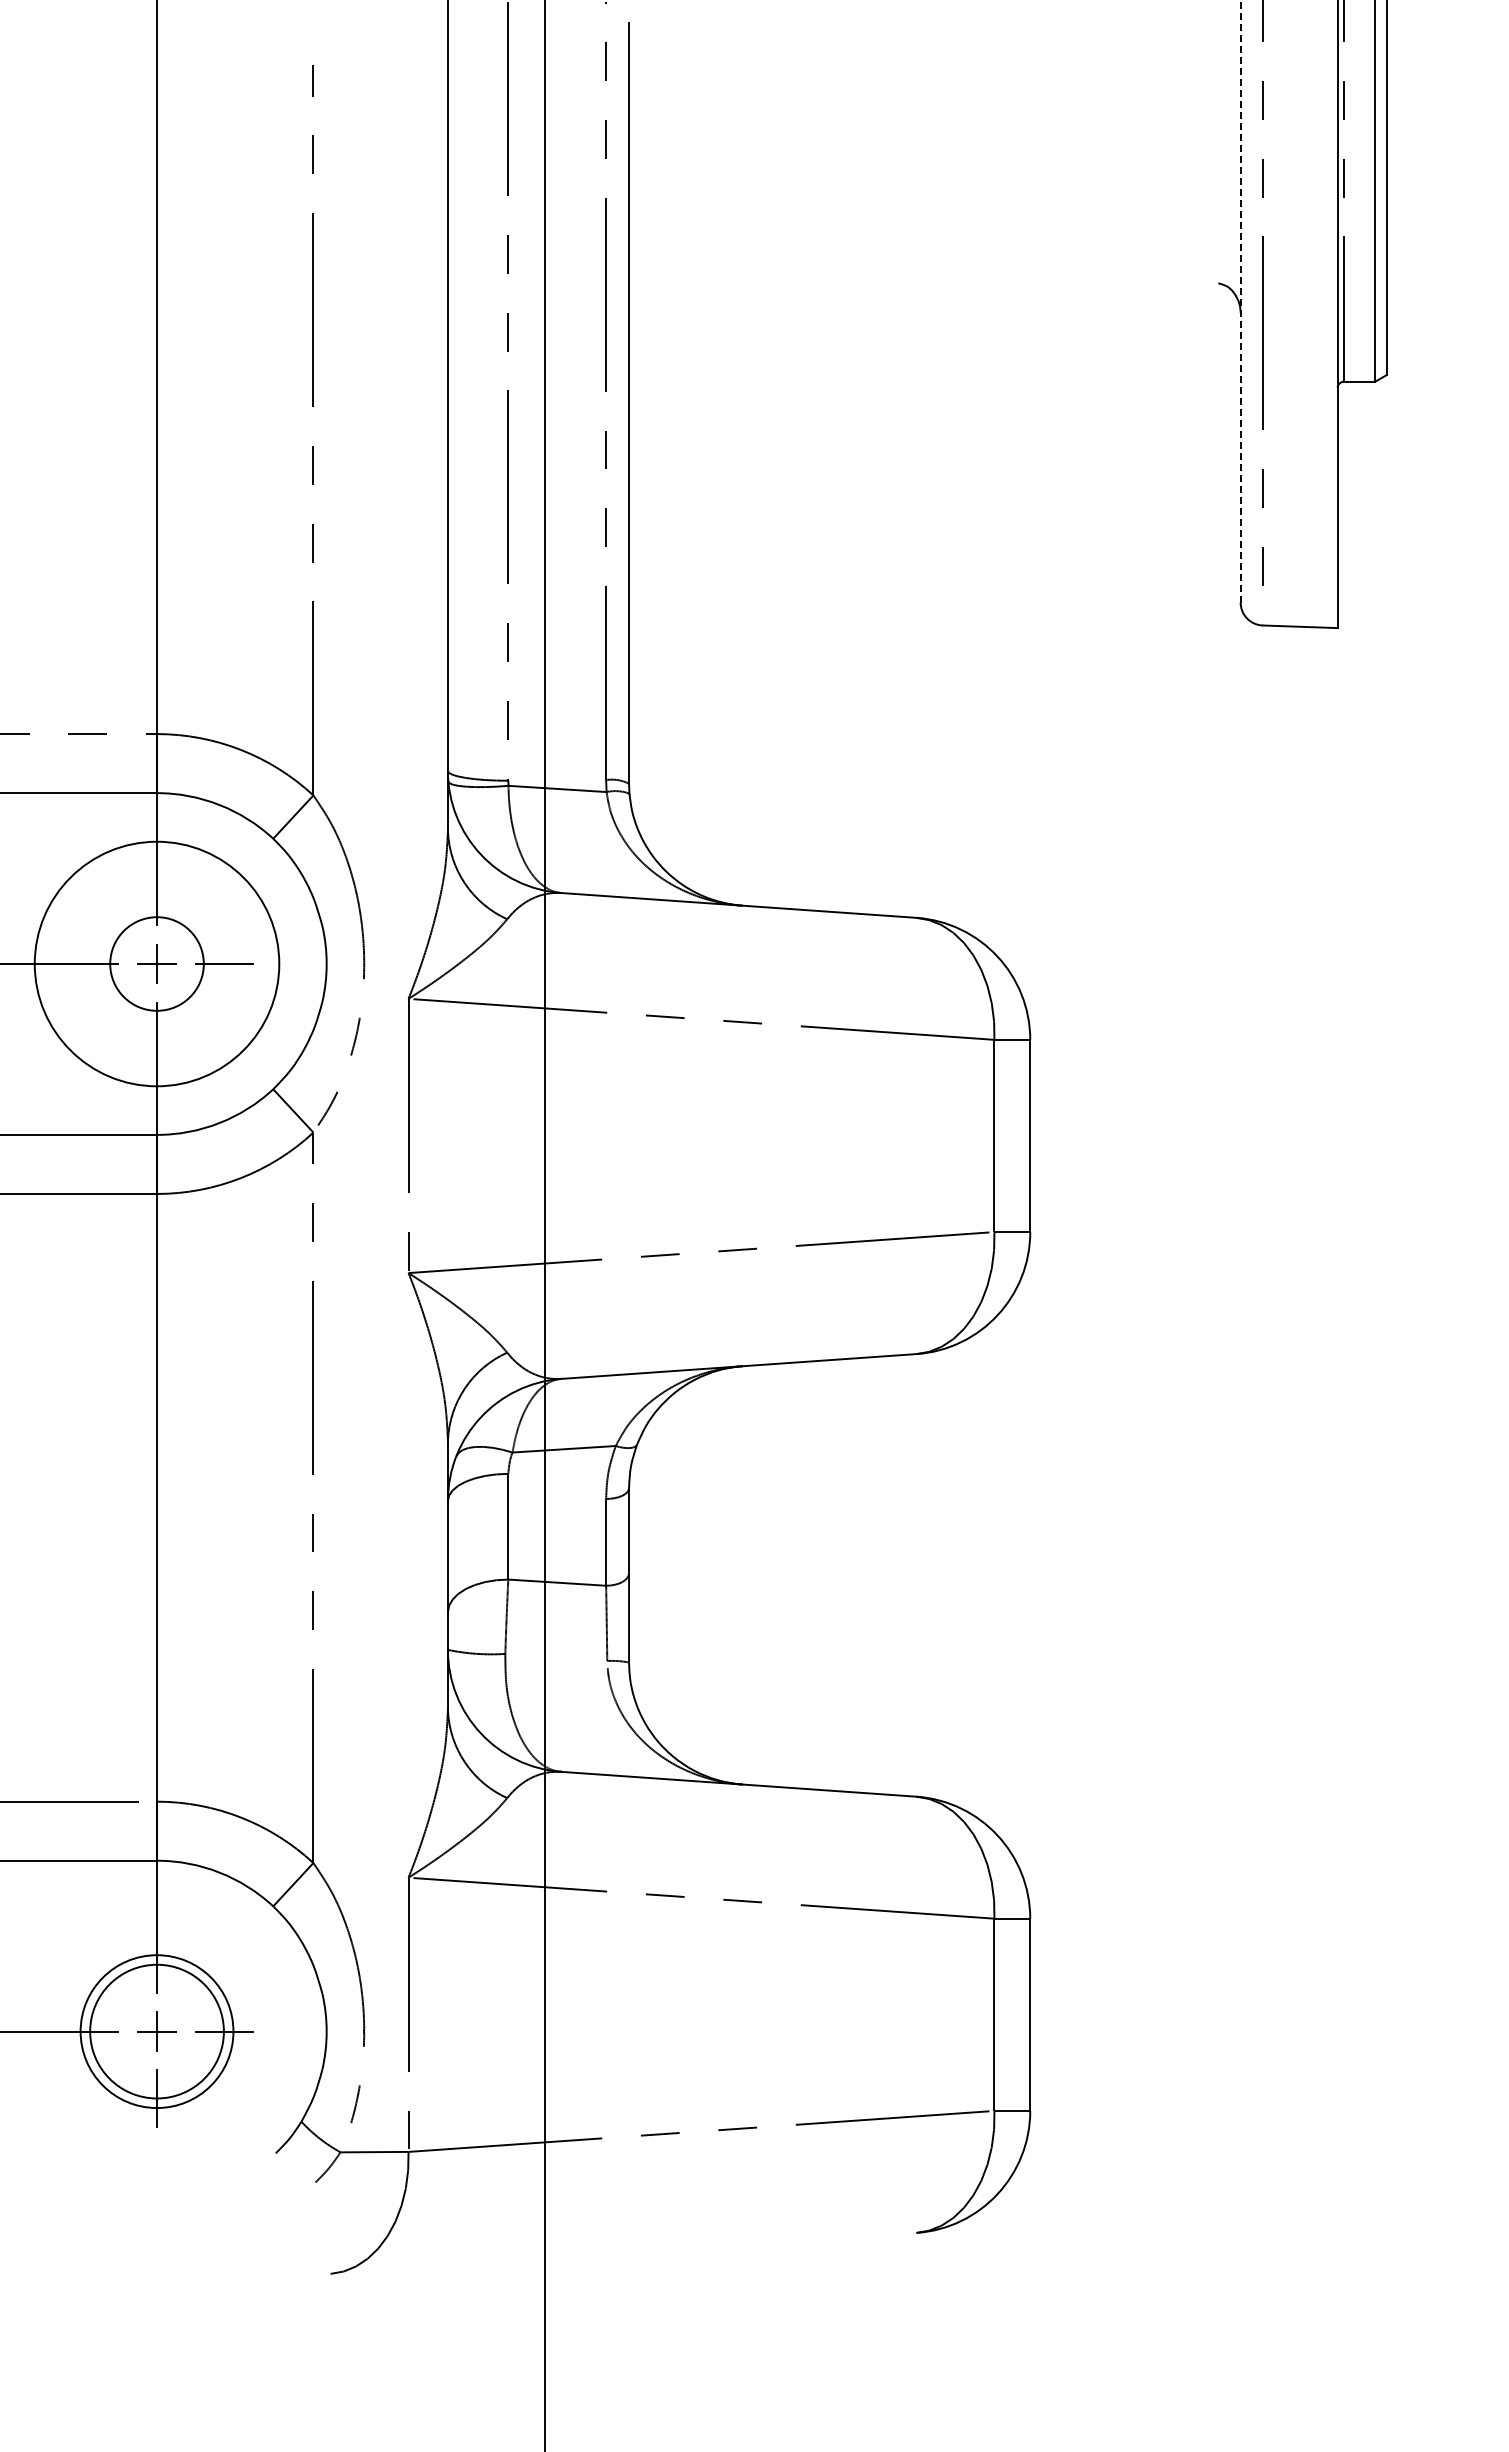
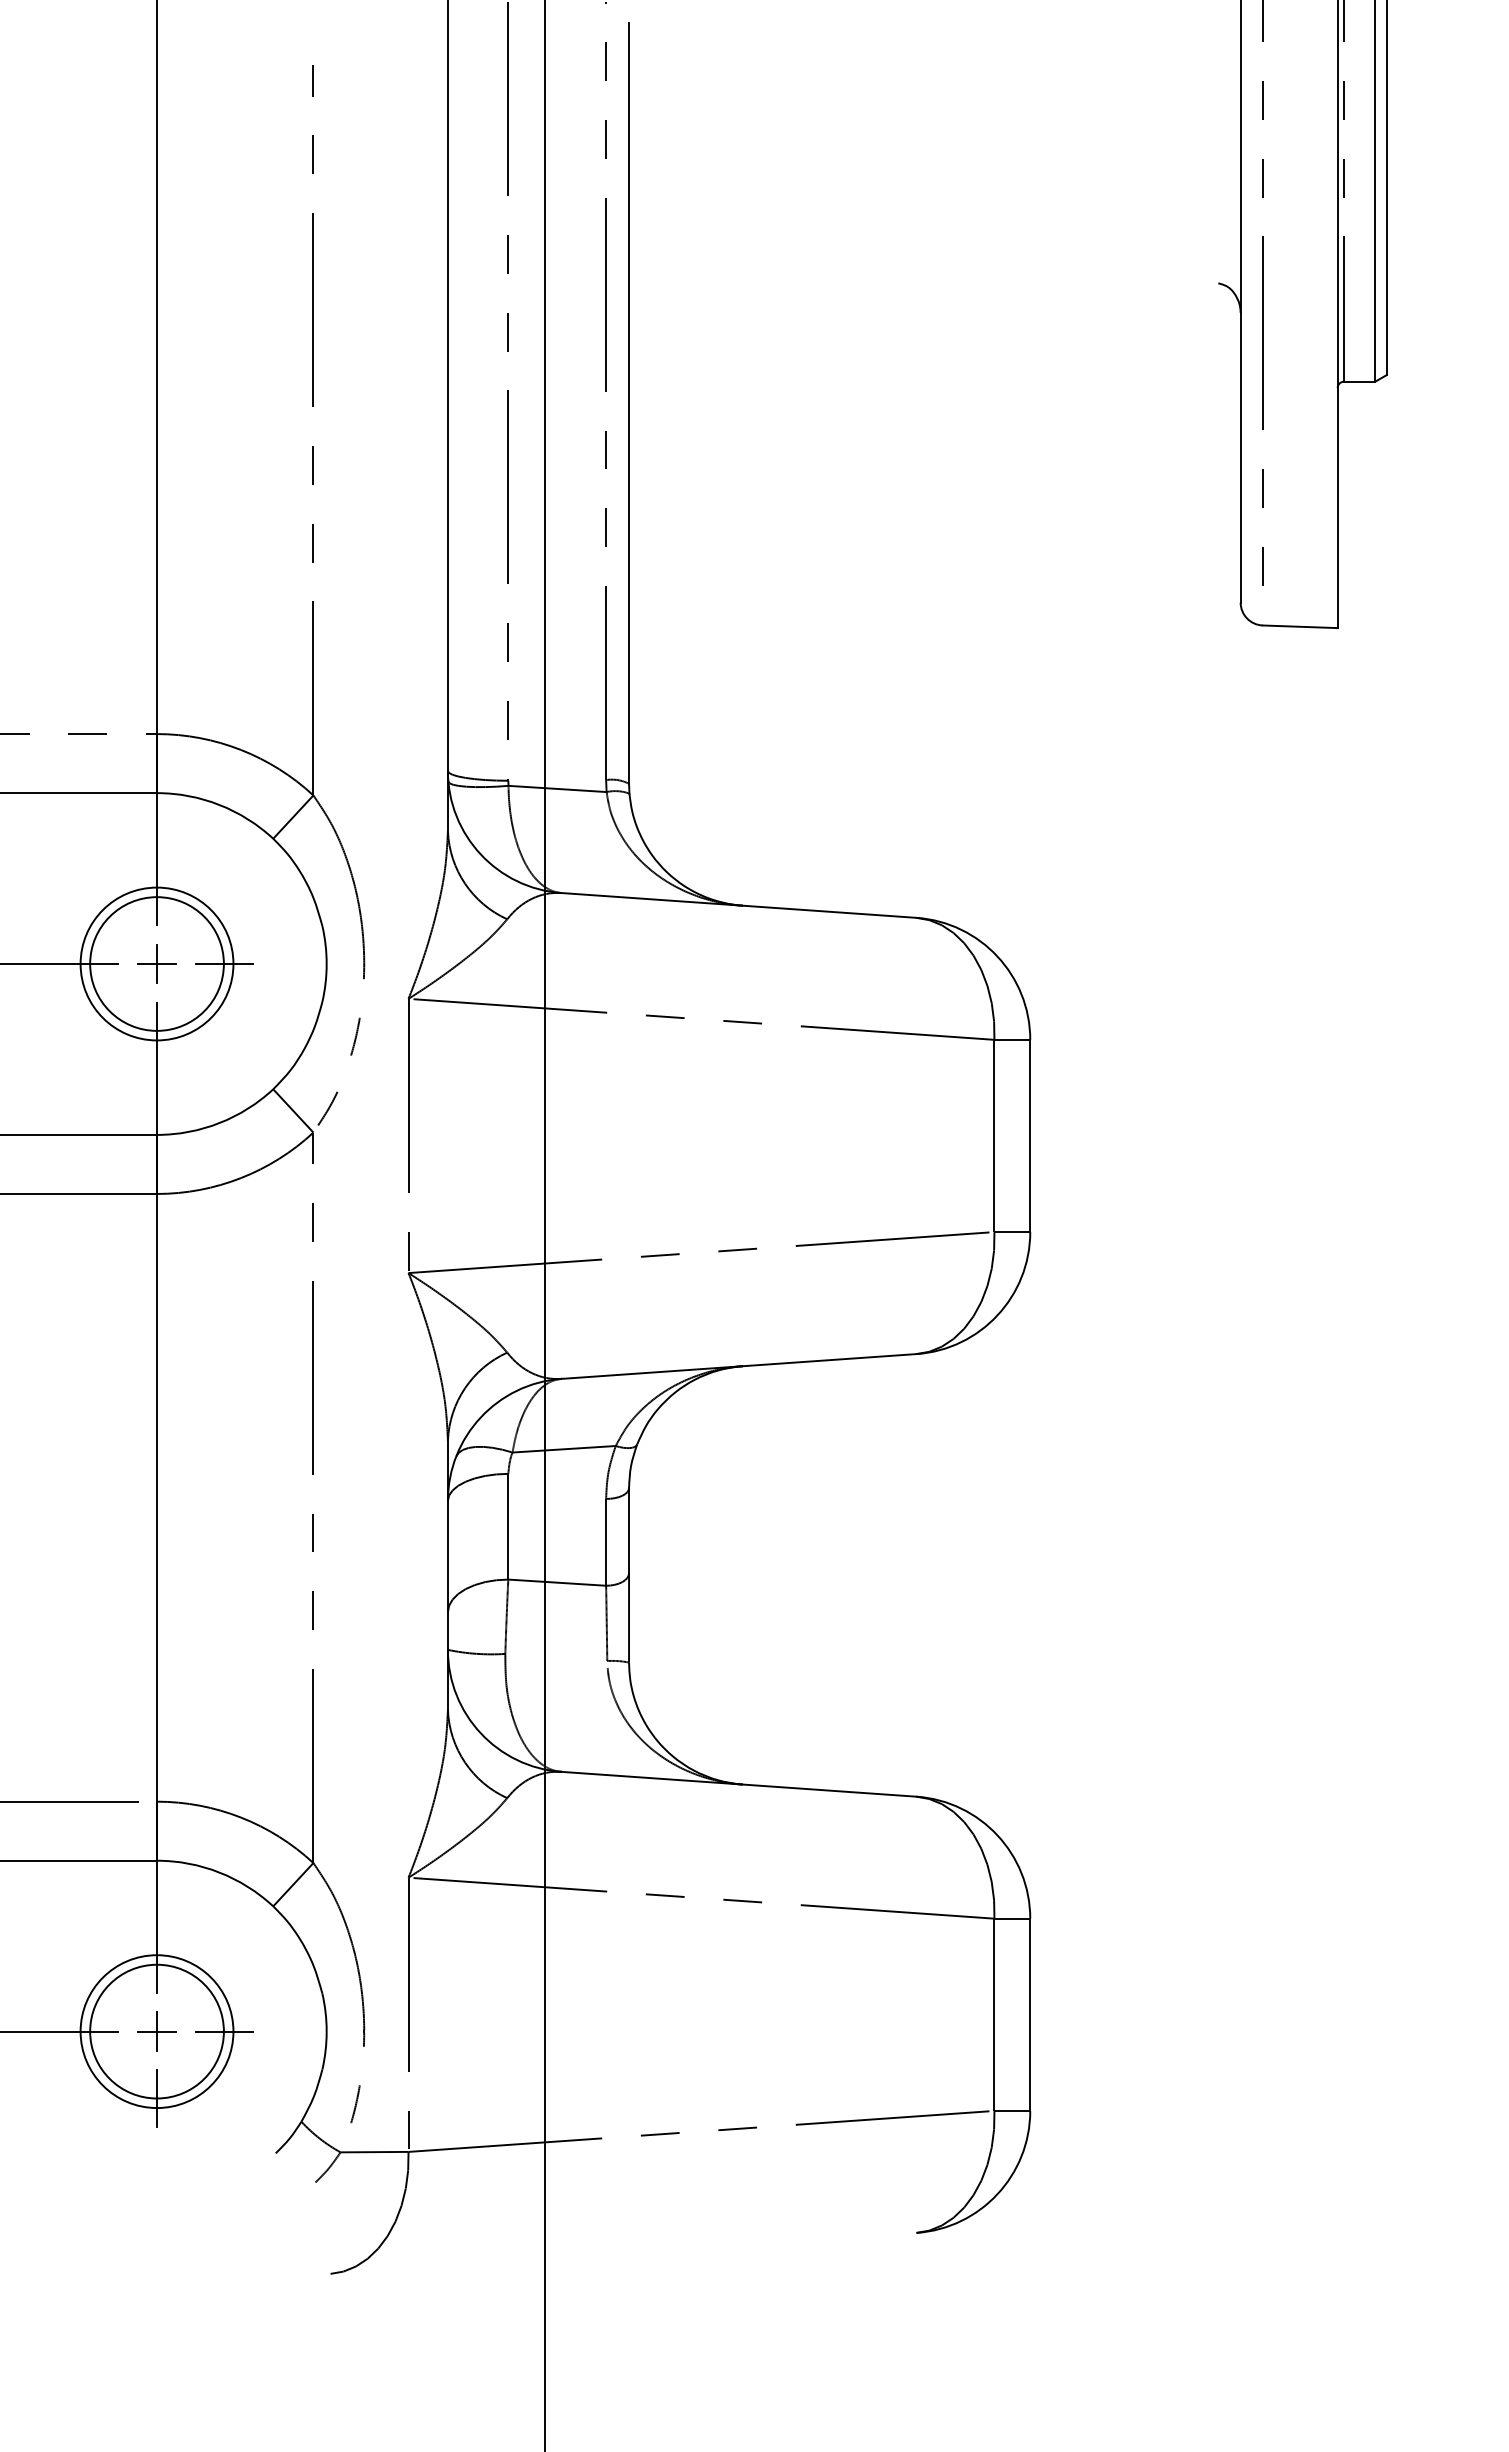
line at (1240, 301): dashed -> solid
circle at (156, 963) diameter: 245 px -> 153 px
circle at (156, 963) diameter: 94 px -> 134 px
